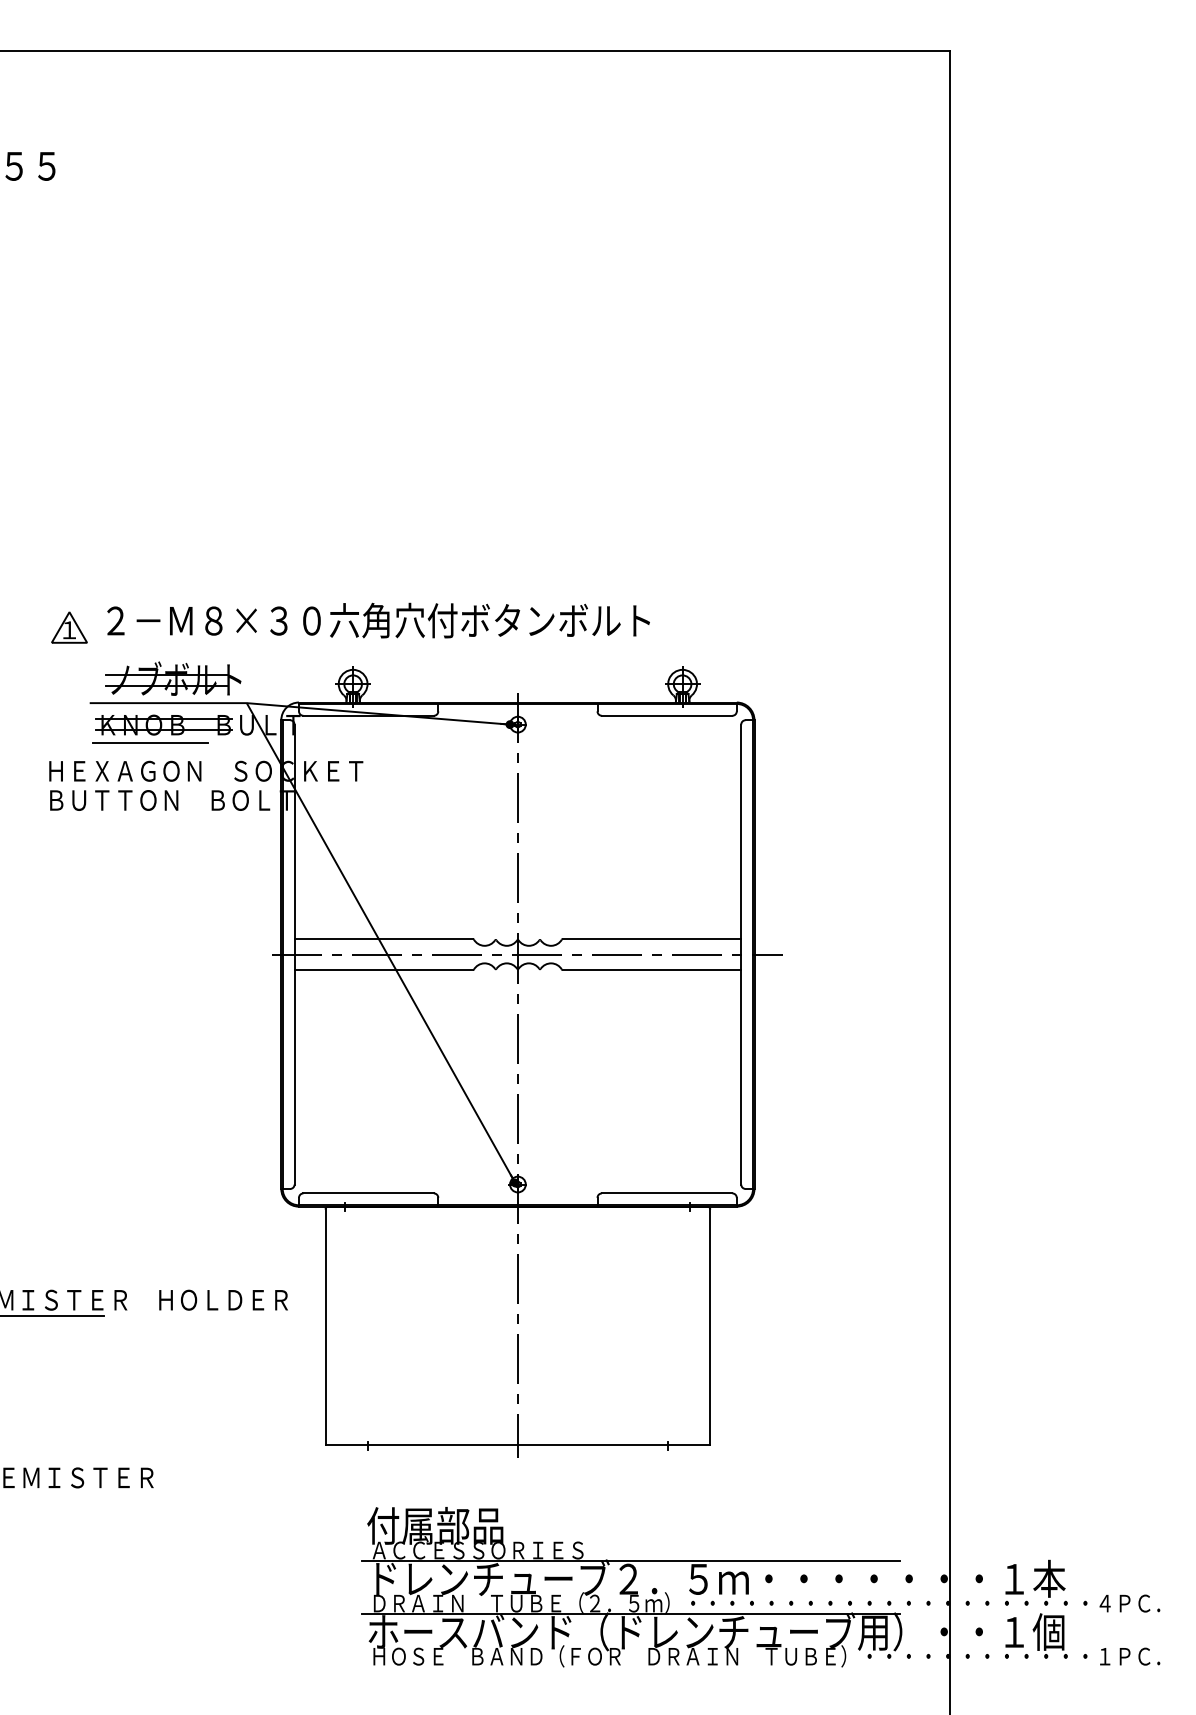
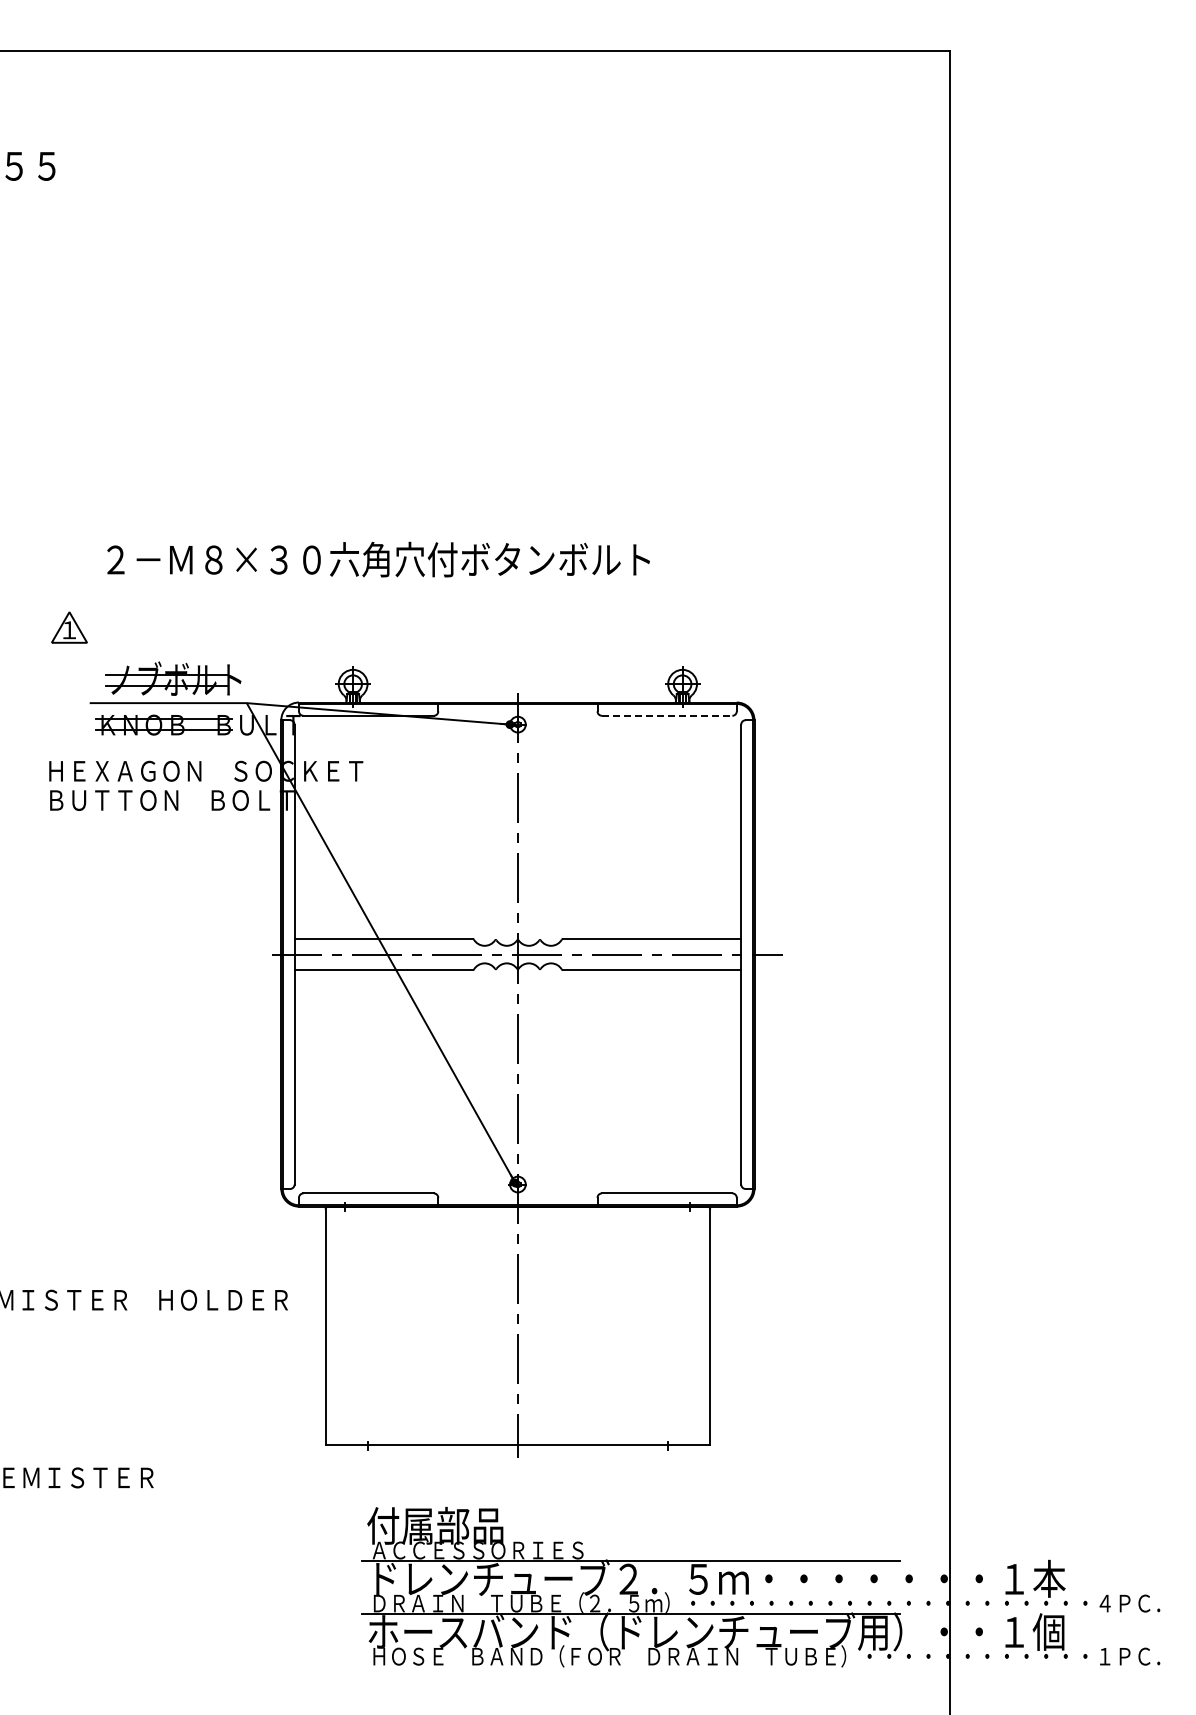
text at (378, 620) position: (378, 620) -> (378, 559)
line at (667, 715): solid -> dashed
line at (150, 743): present -> none
line at (53, 1316): present -> none
